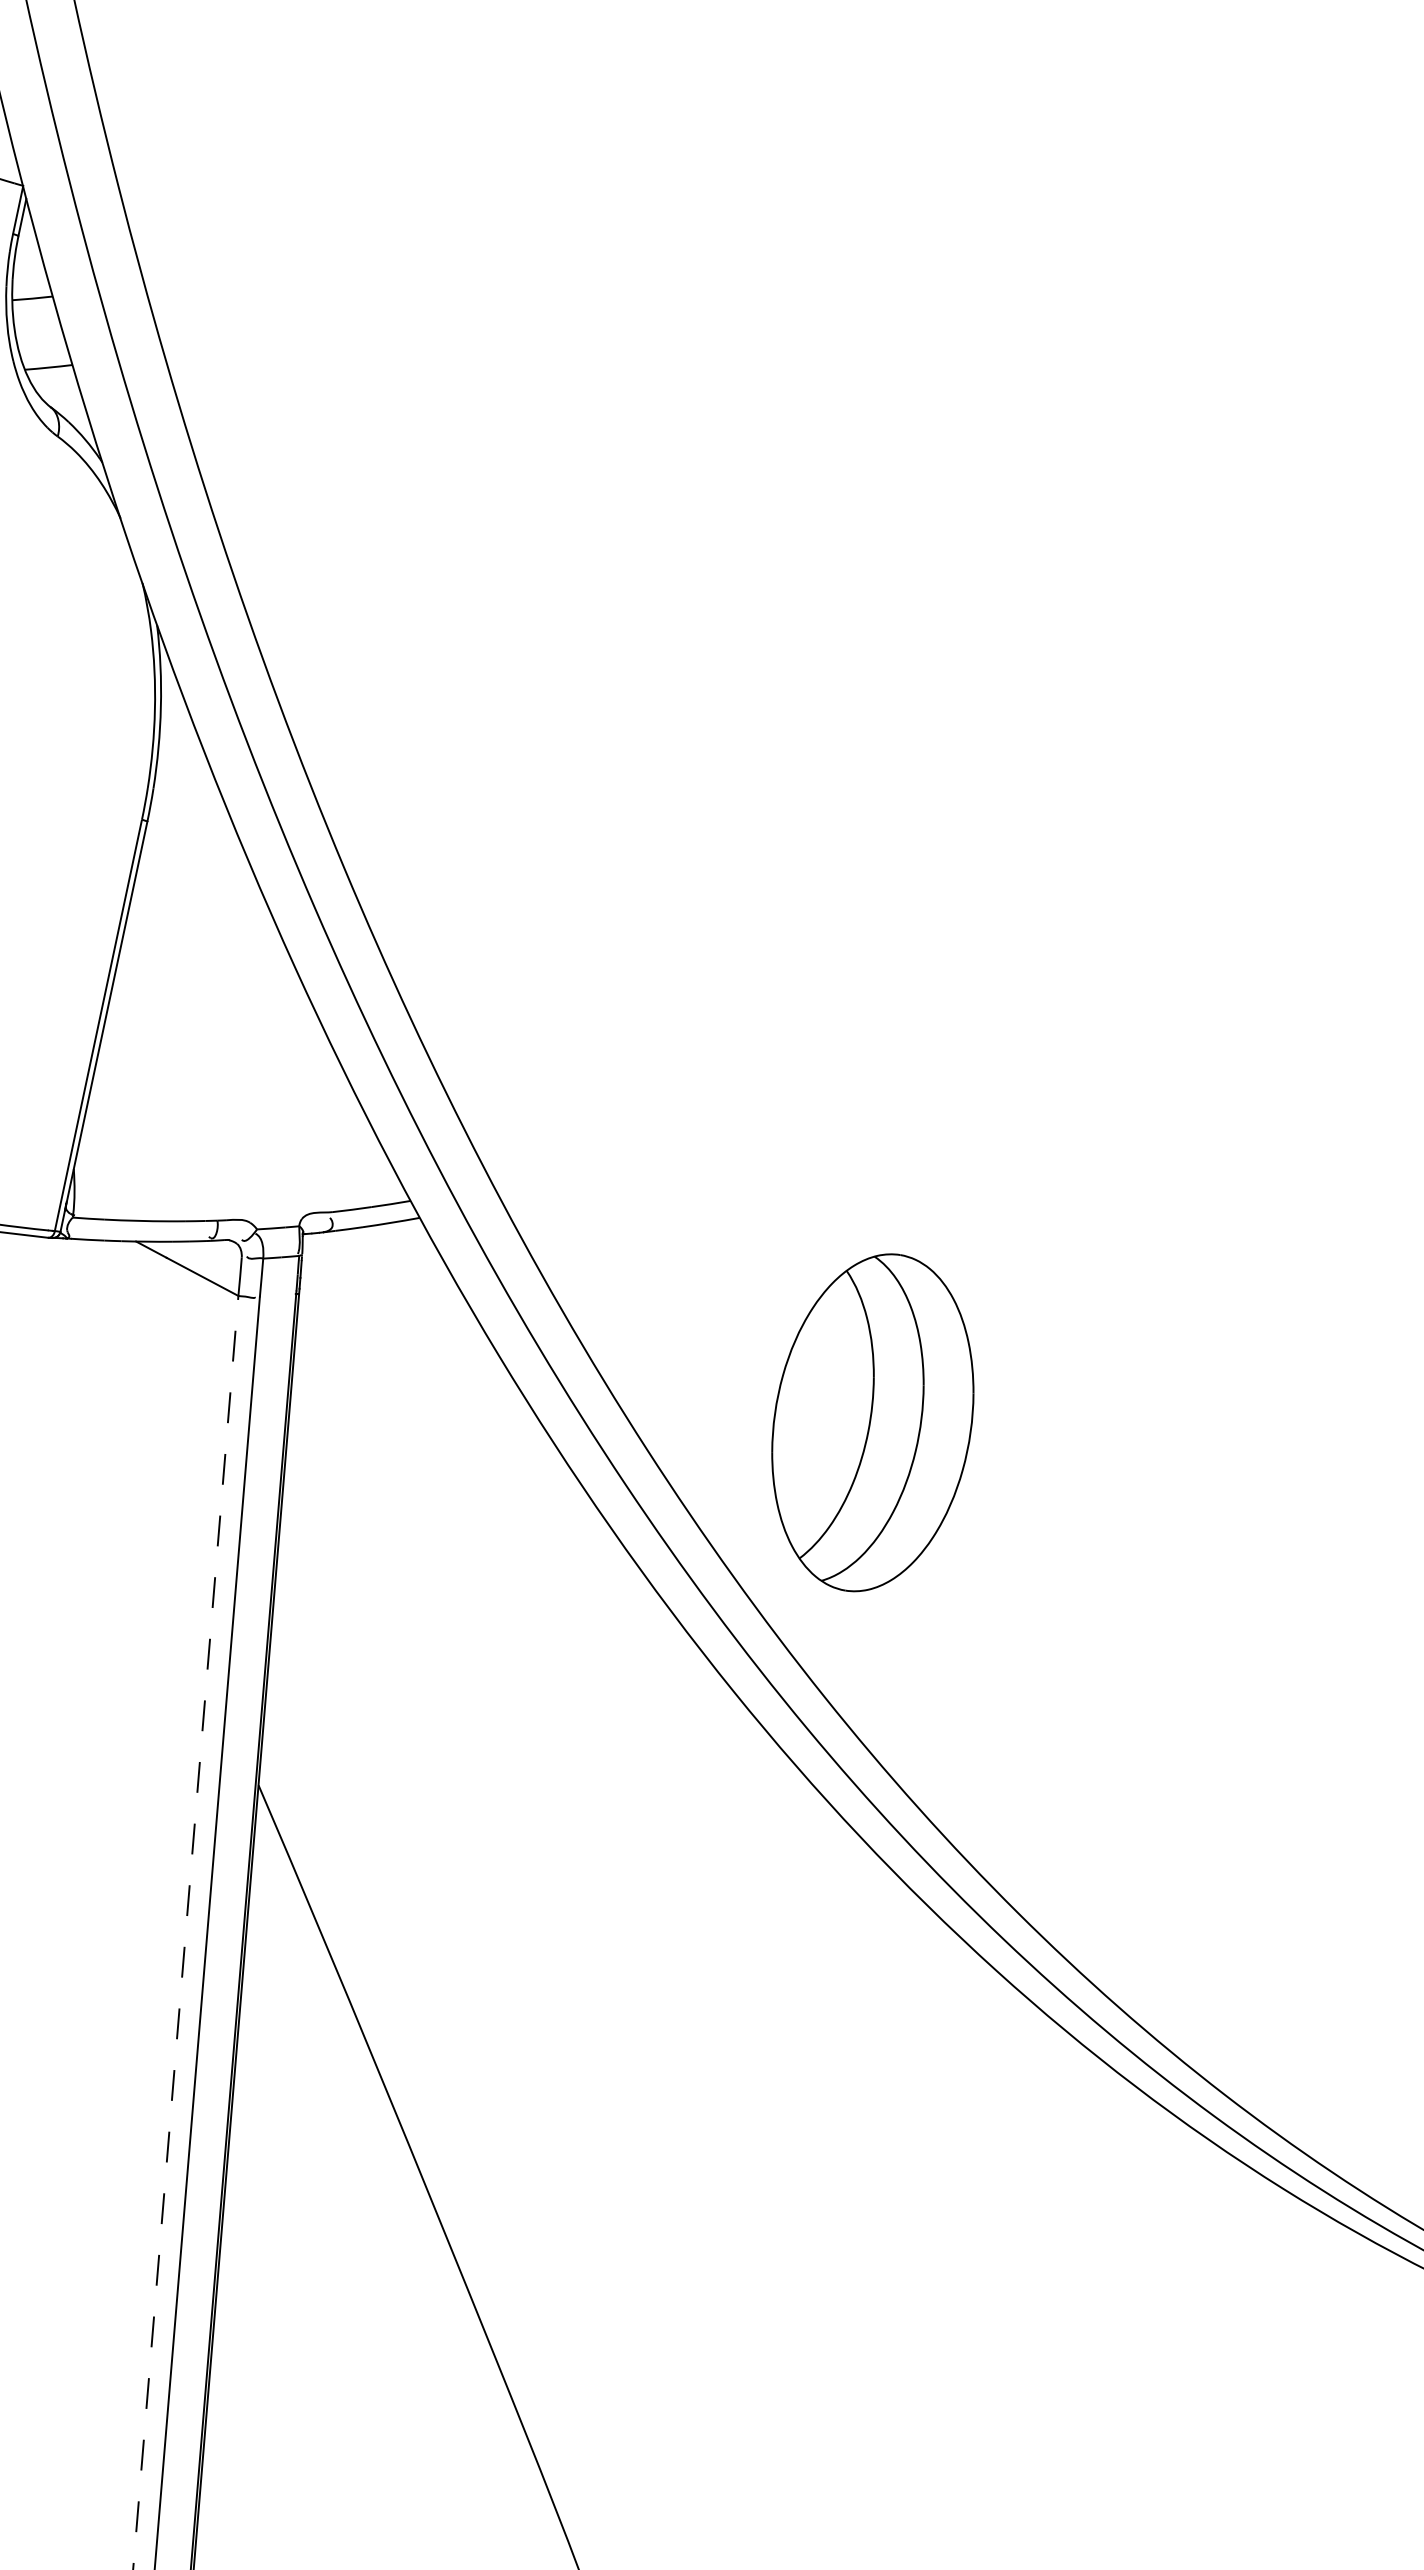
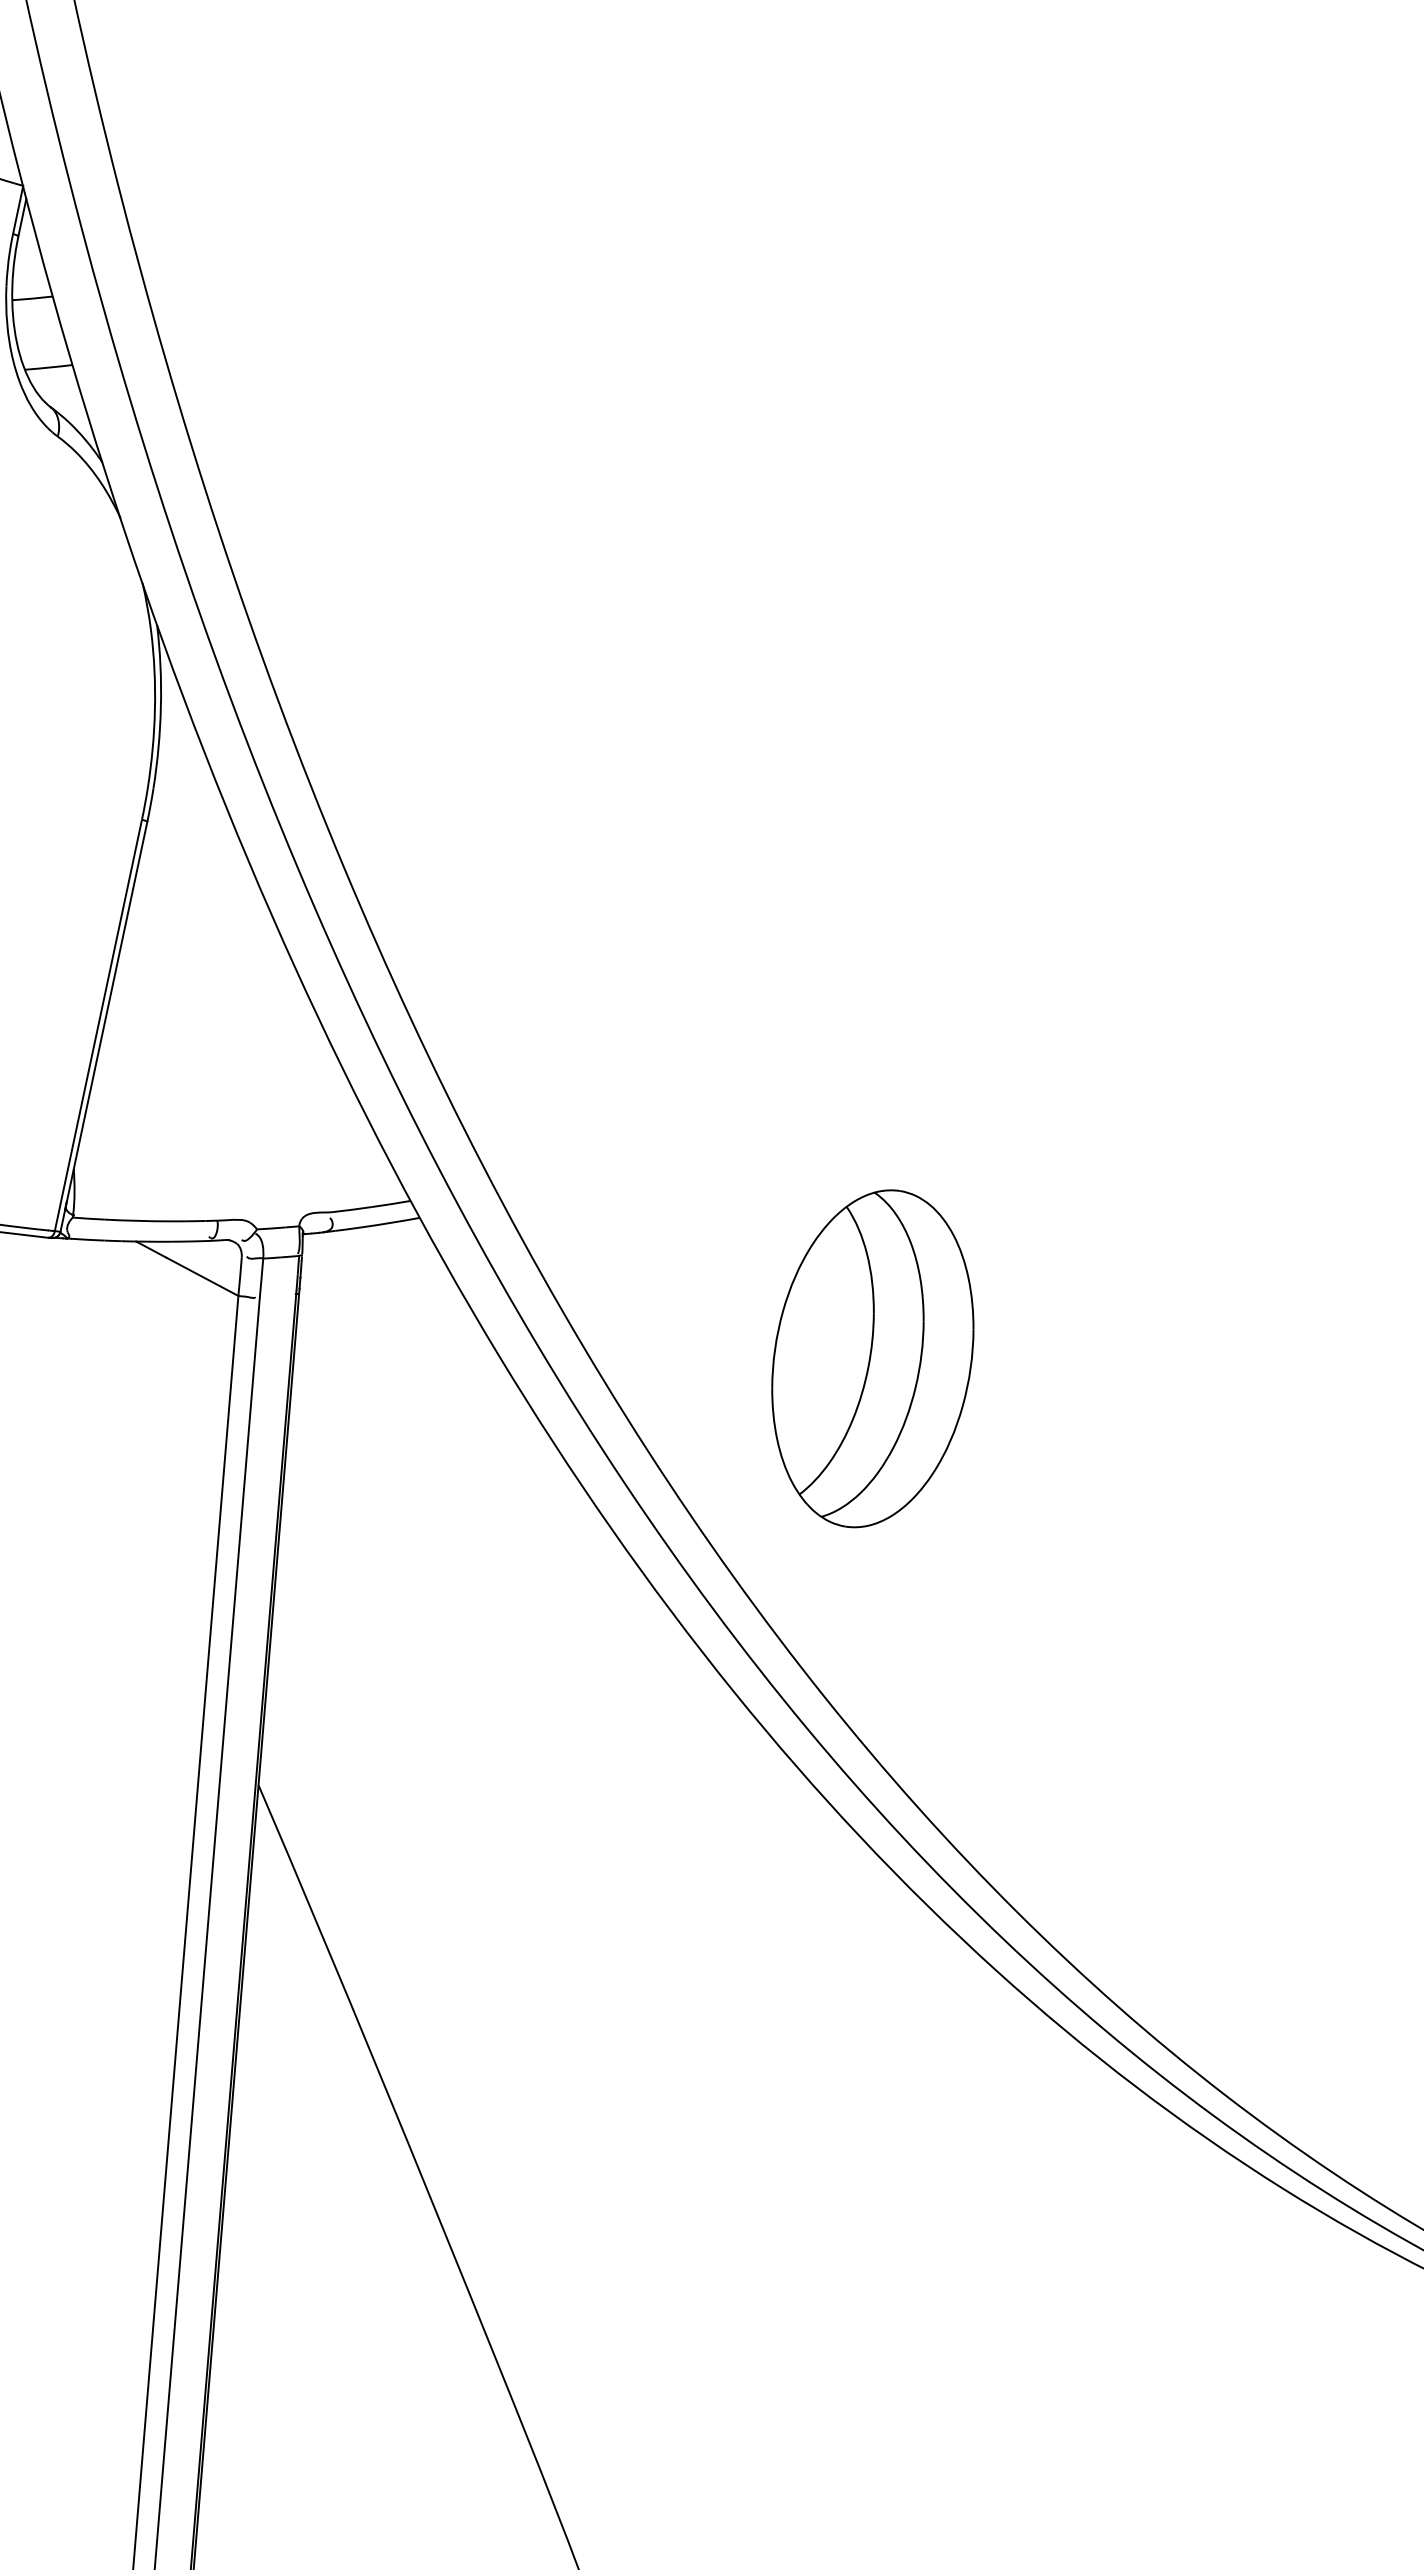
part at (872, 1422) position: (872, 1422) -> (872, 1358)
line at (185, 1932): dashed -> solid
